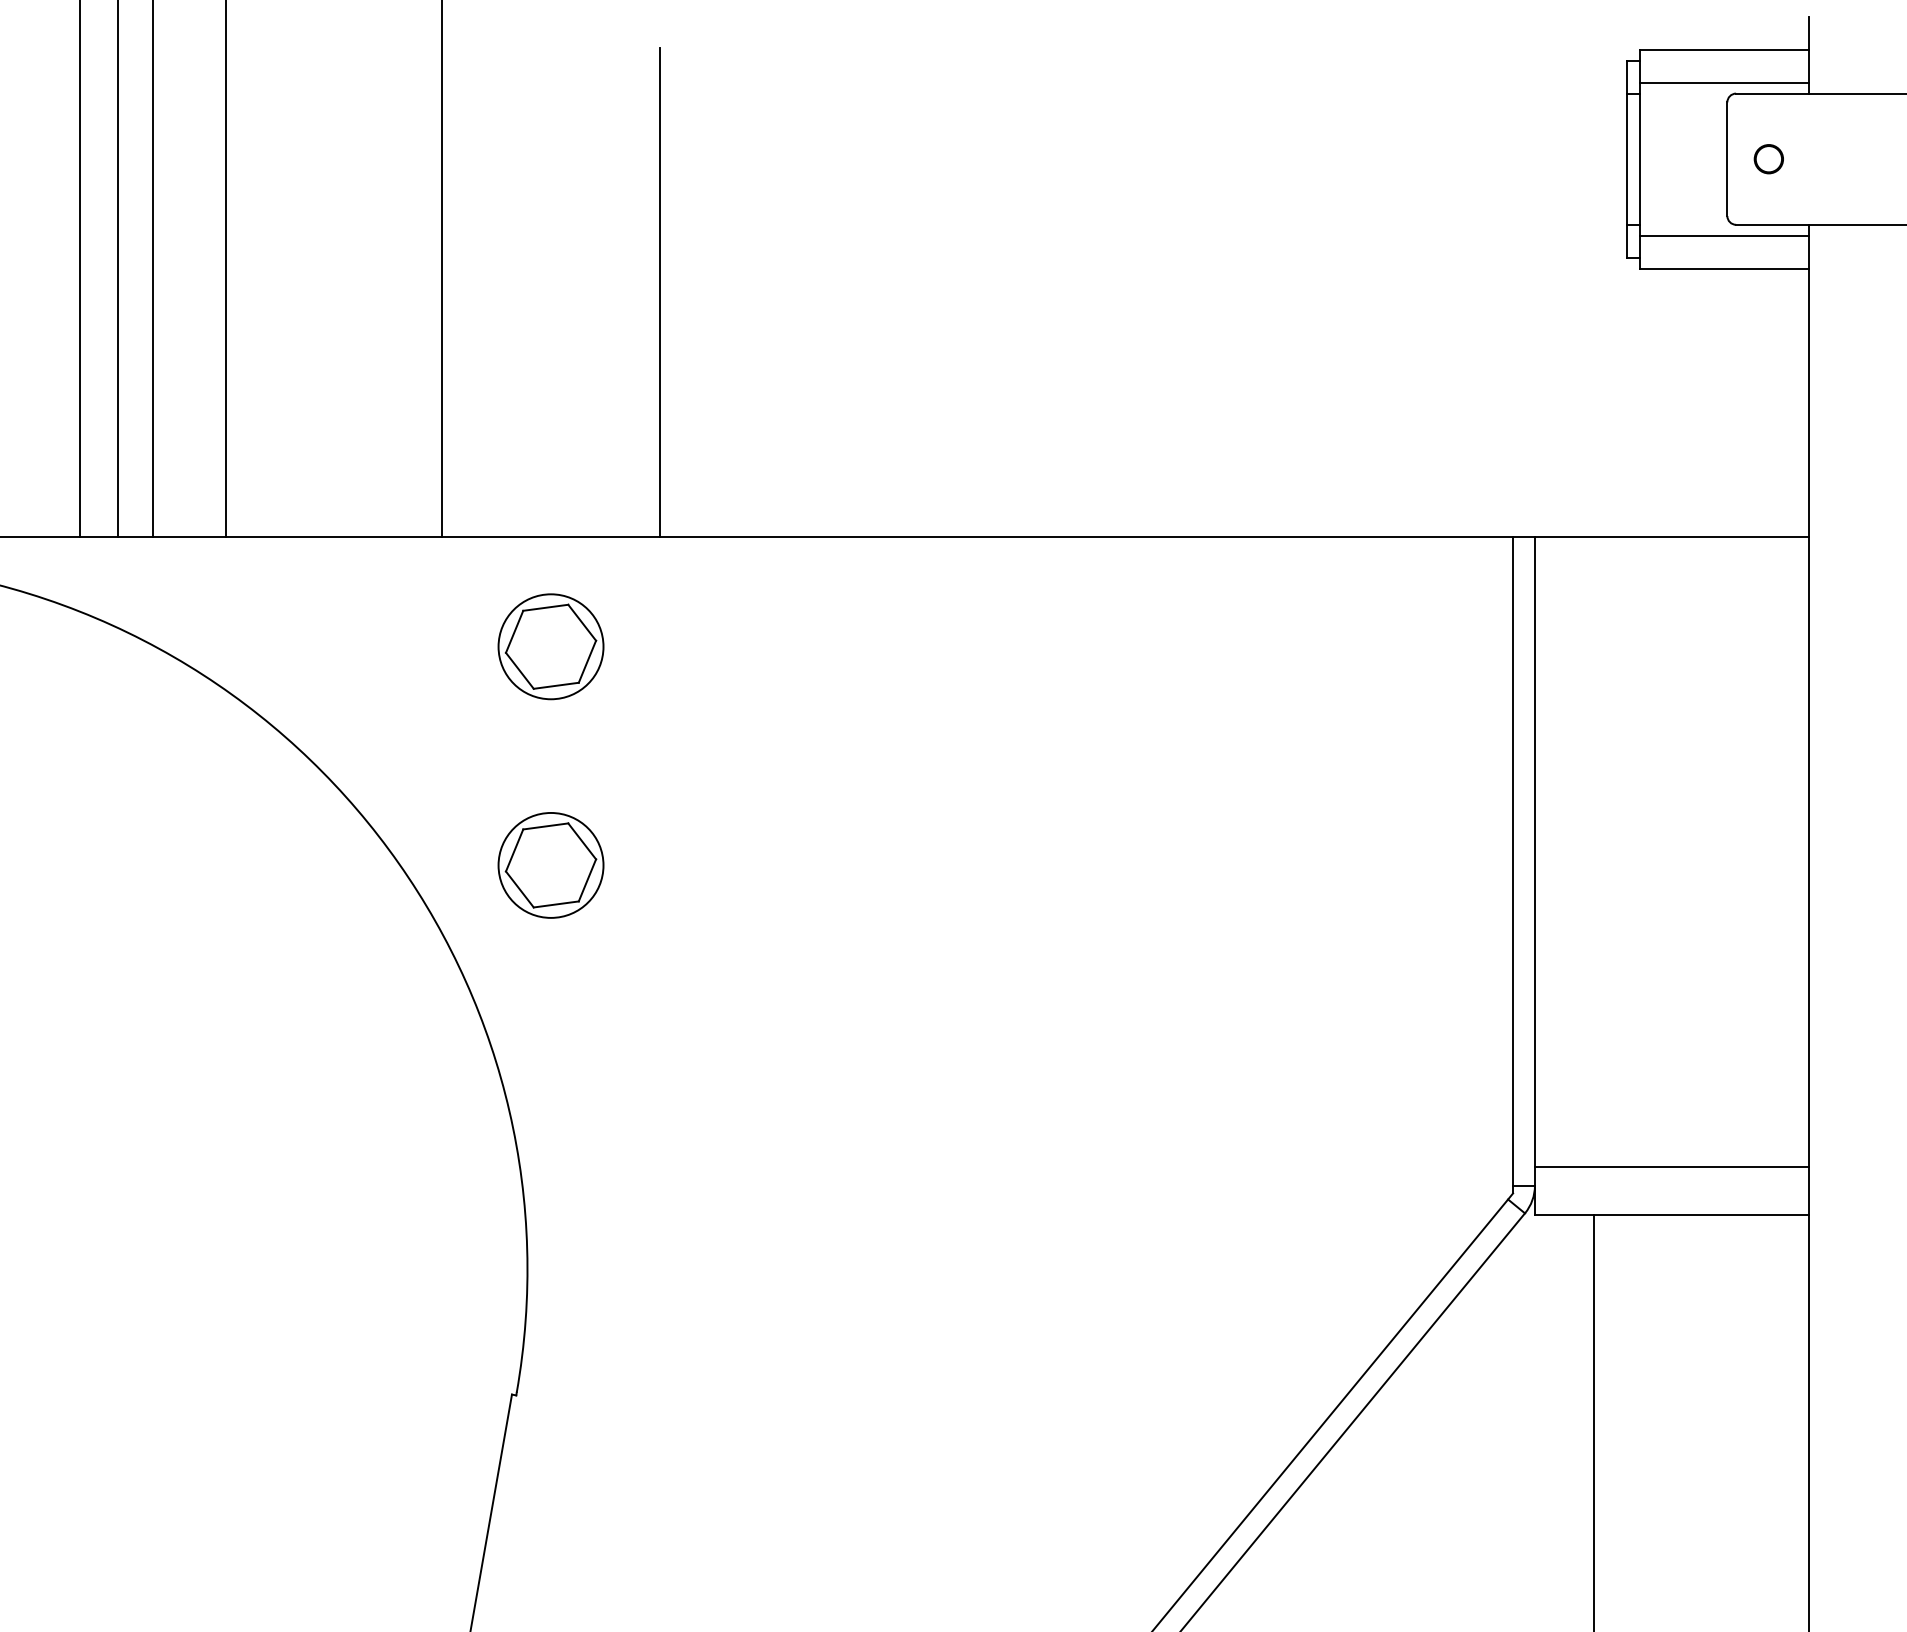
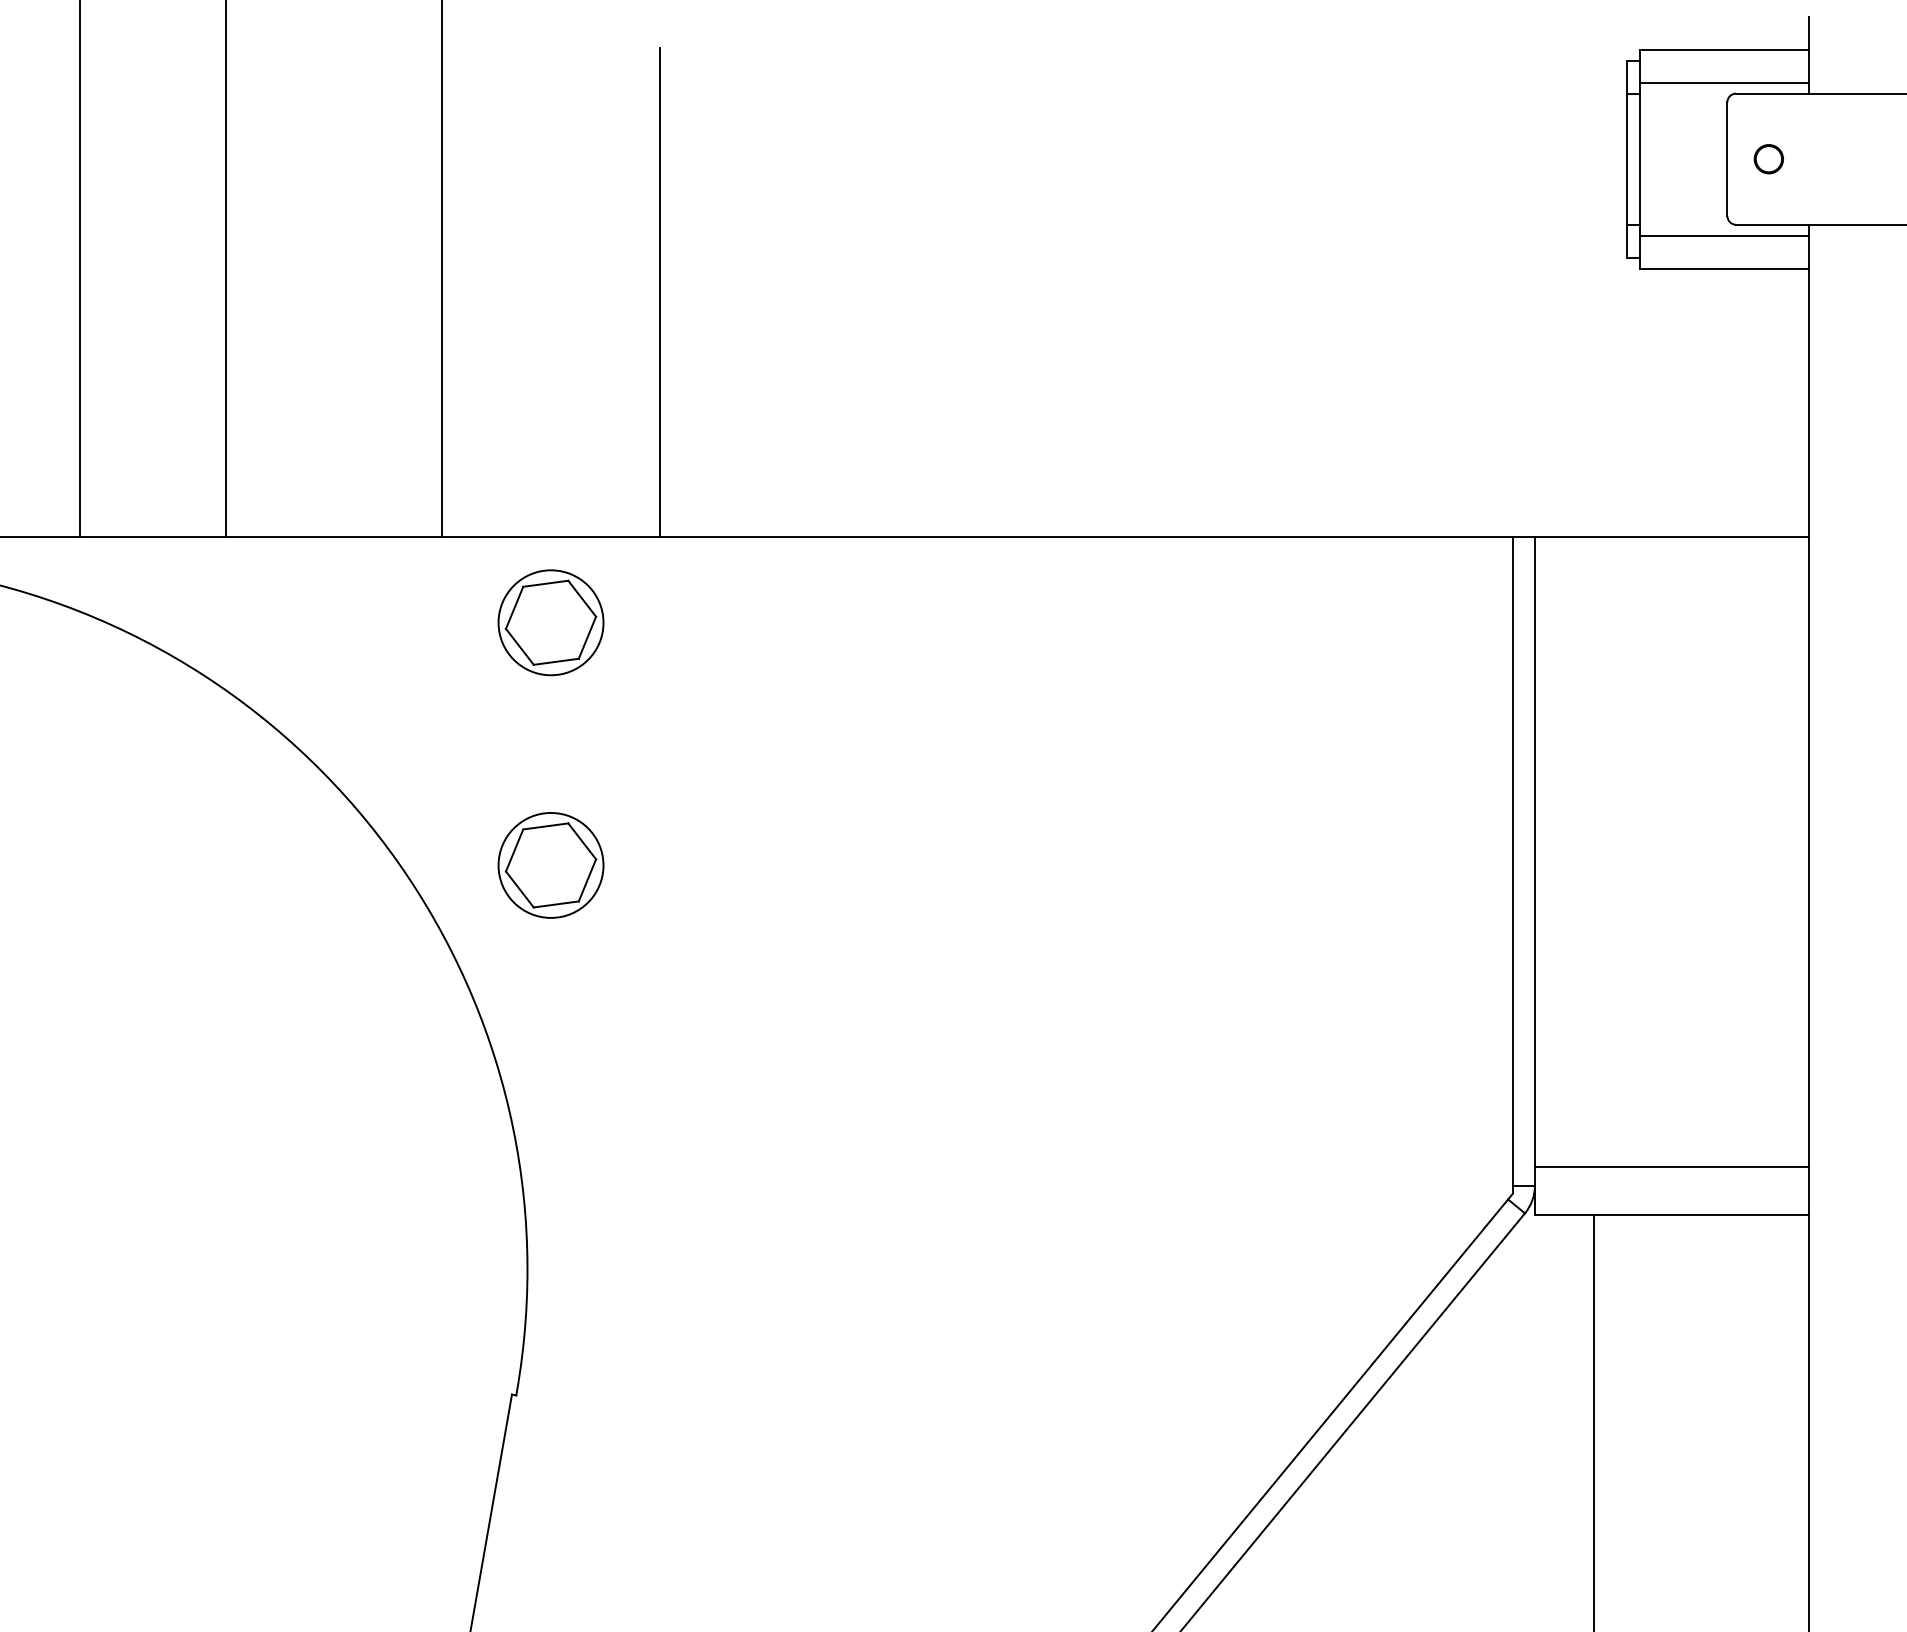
line at (118, 269): present -> none
line at (153, 269): present -> none
part at (550, 646) position: (550, 646) -> (550, 622)
